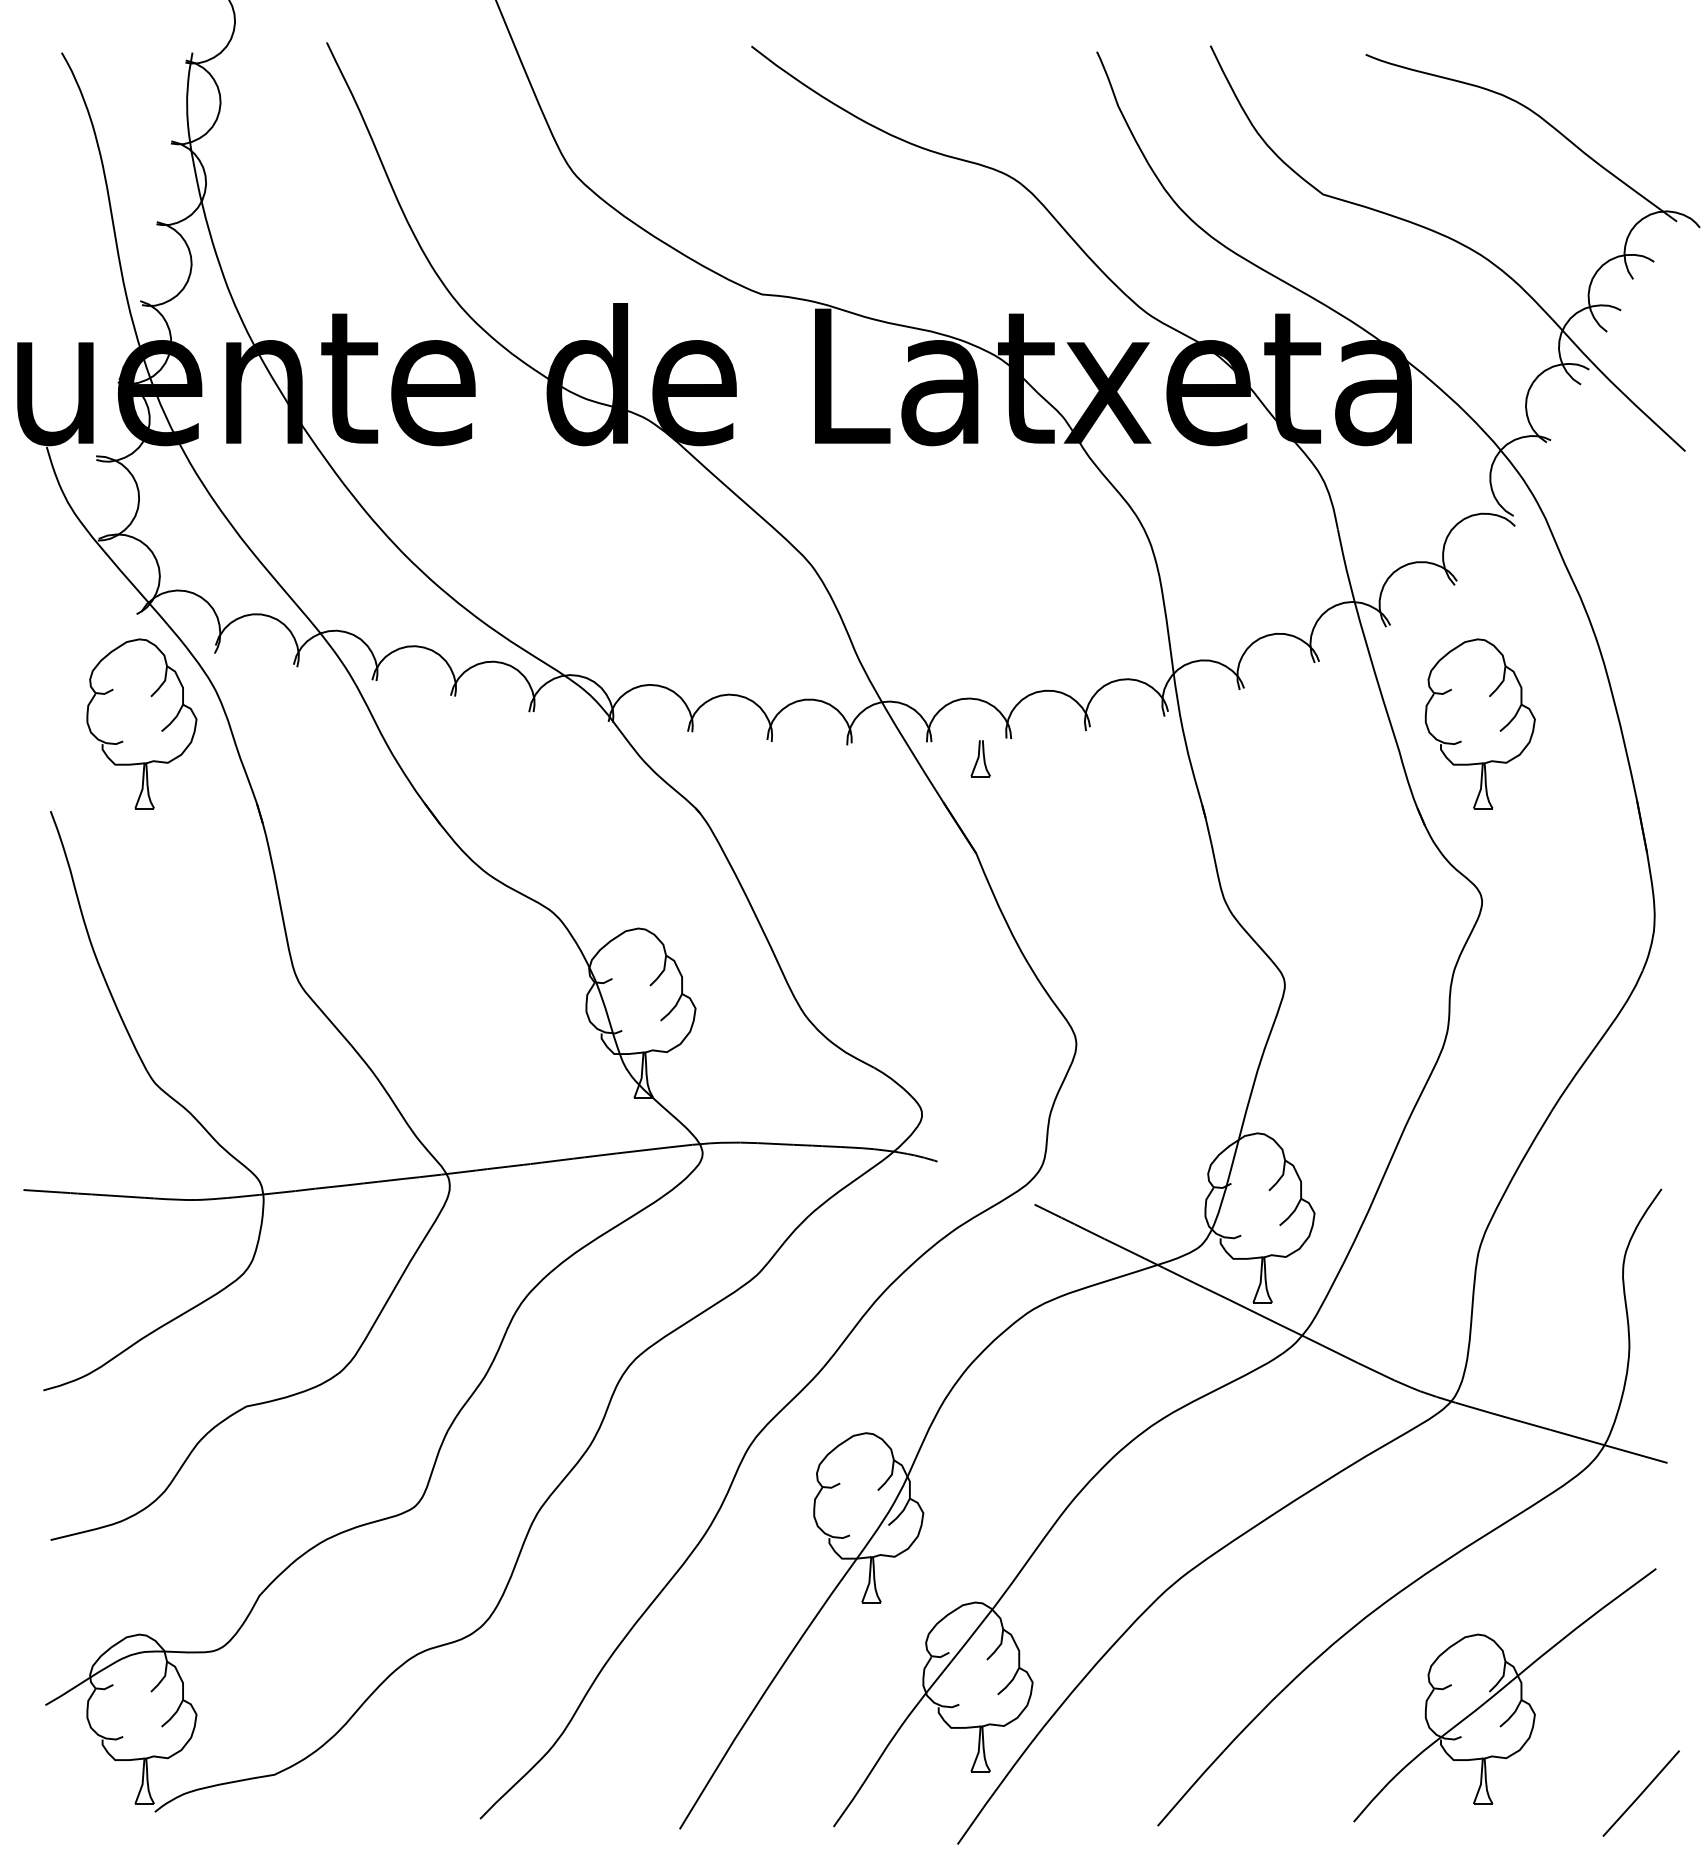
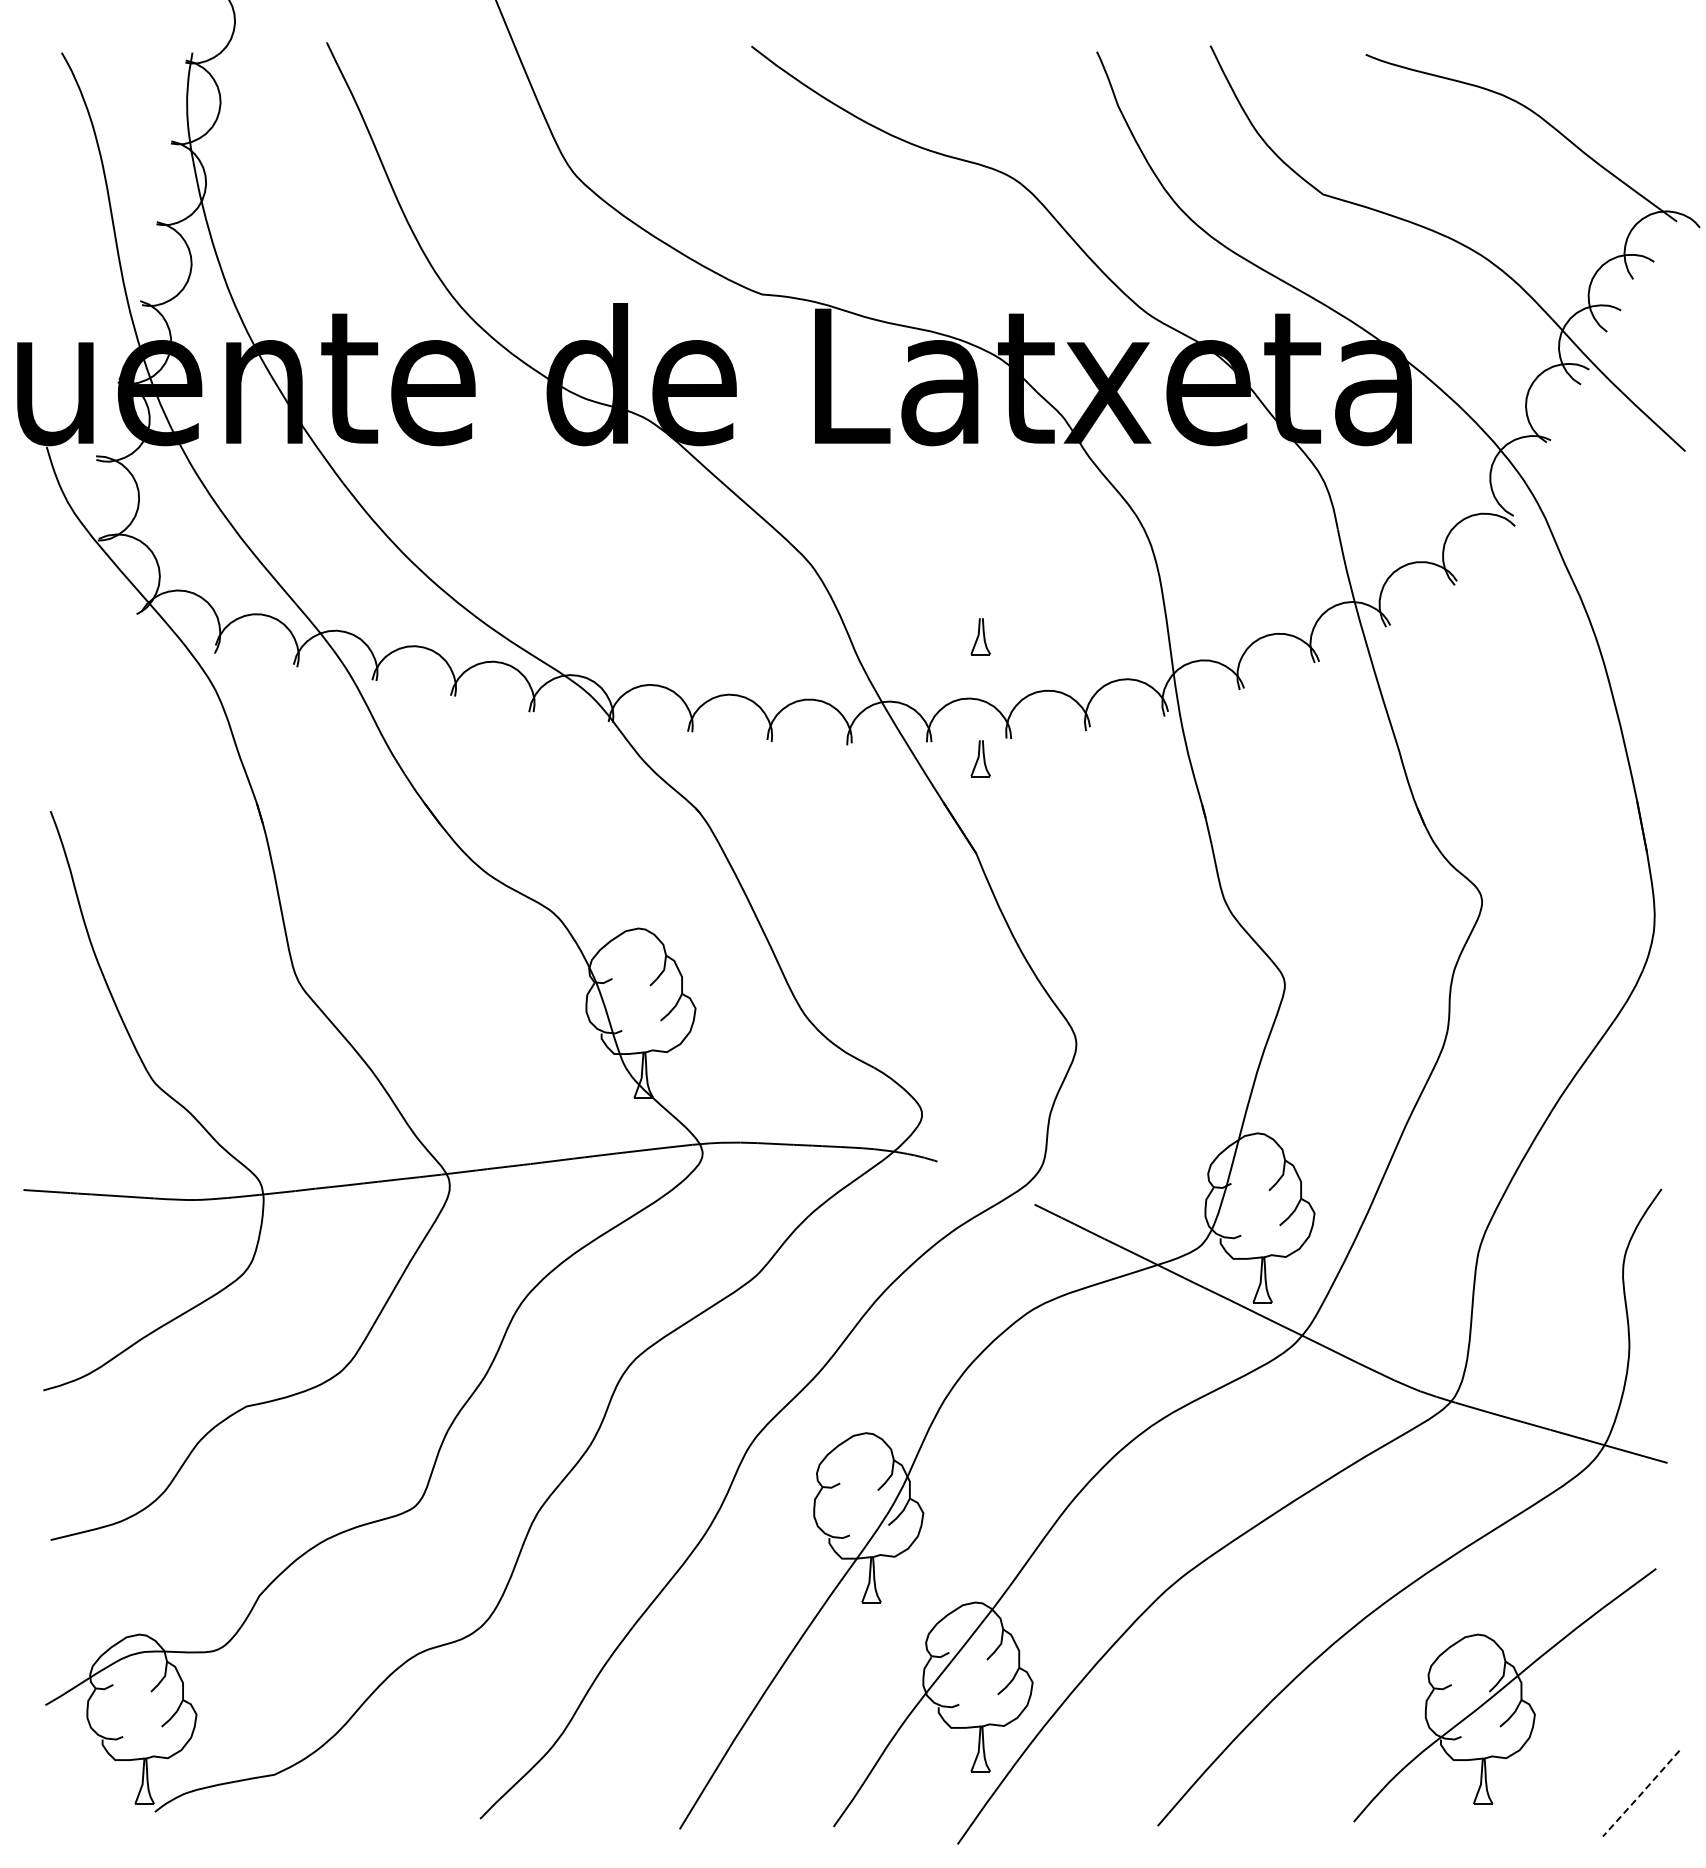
part at (980, 636): none -> present
part at (141, 723): present -> none
part at (1479, 723): present -> none
line at (1640, 1794): solid -> dashed
